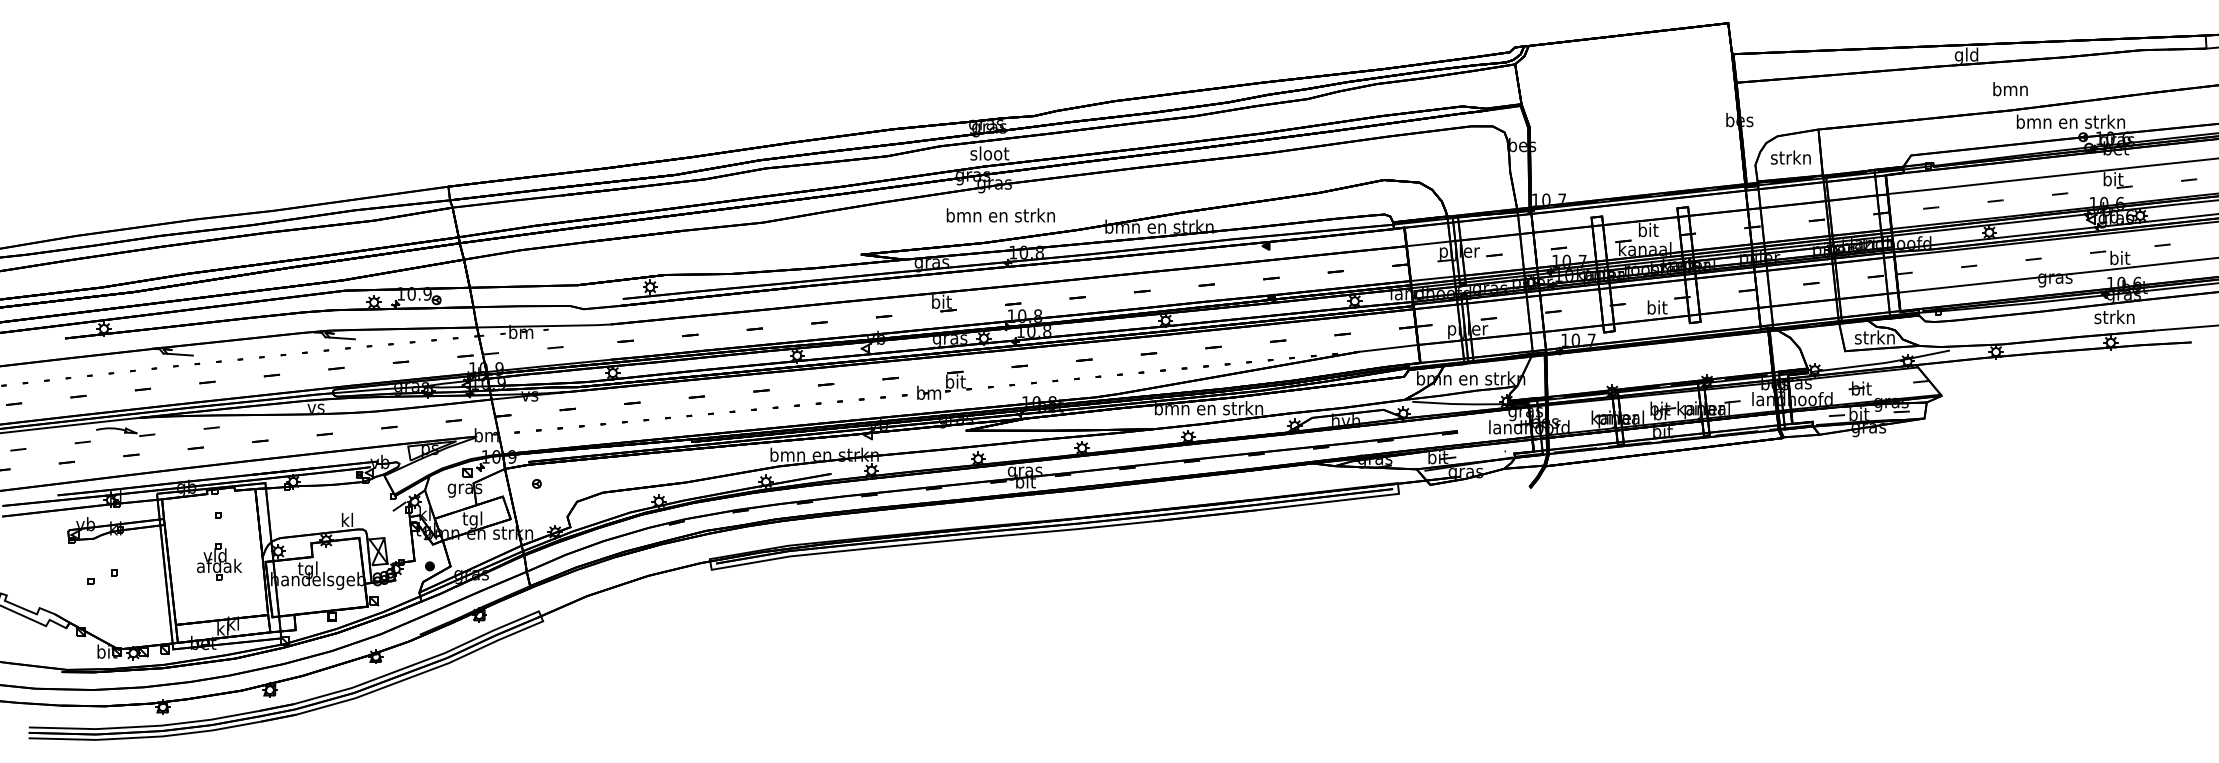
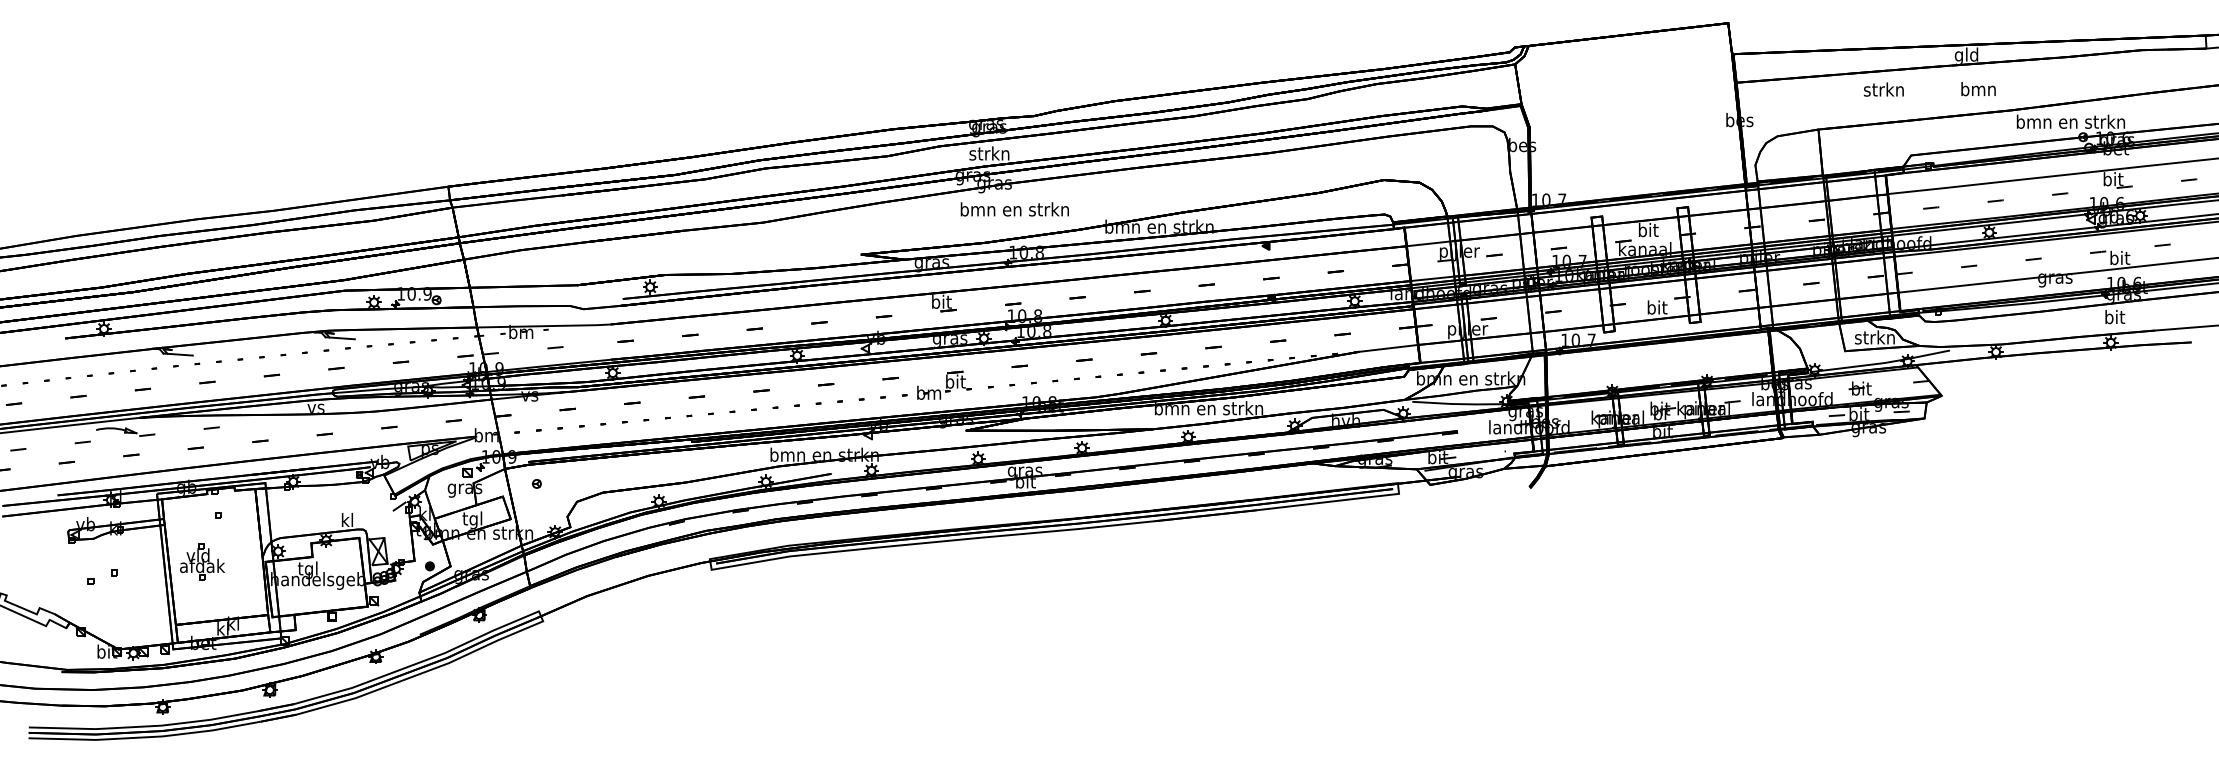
text at (2010, 89) position: (2010, 89) -> (1978, 89)
text at (989, 153): sloot -> strkn
text at (1790, 157) position: (1790, 157) -> (1883, 89)
text at (1000, 215) position: (1000, 215) -> (1014, 209)
text at (2114, 317): strkn -> bit
part at (219, 561) position: (219, 561) -> (202, 561)
